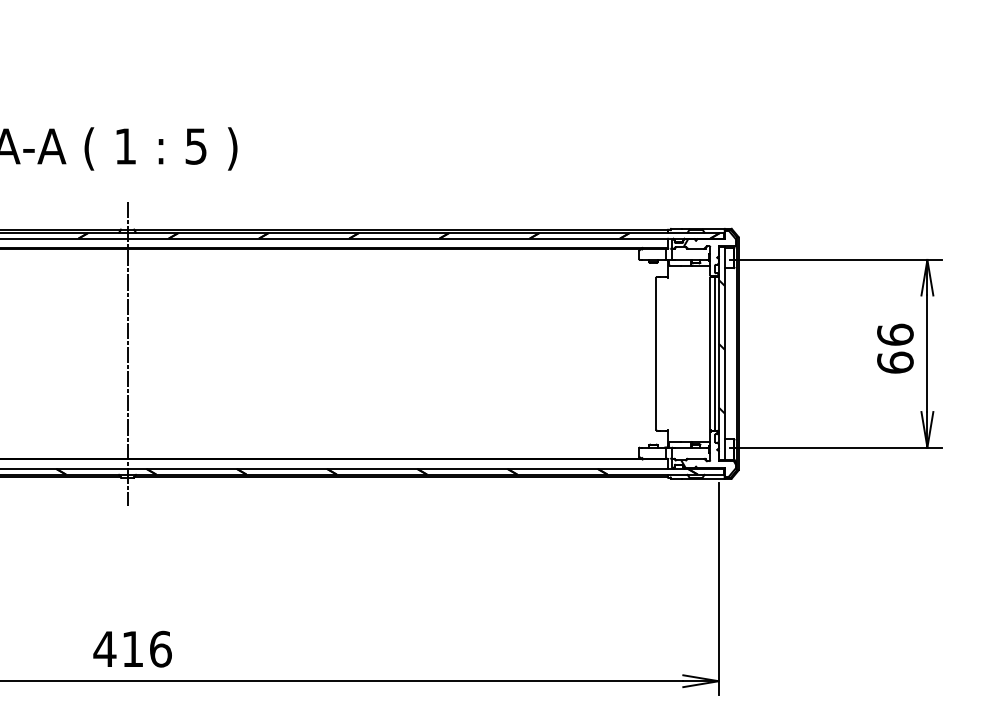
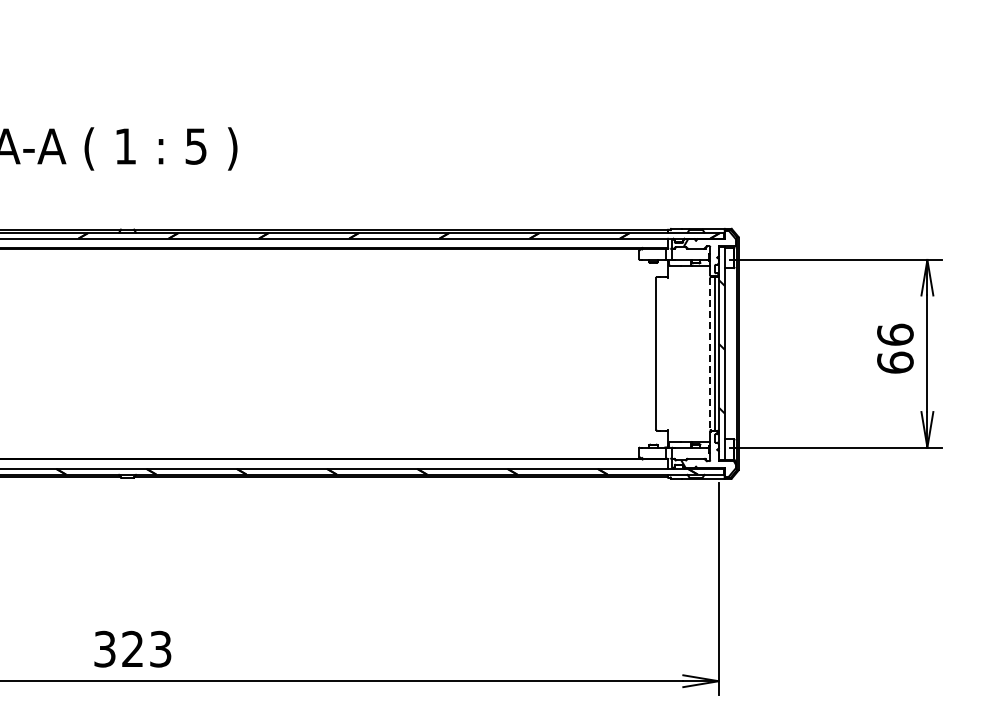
line at (127, 353): present -> none
line at (710, 353): solid -> dashed
text at (132, 648): 416 -> 323
